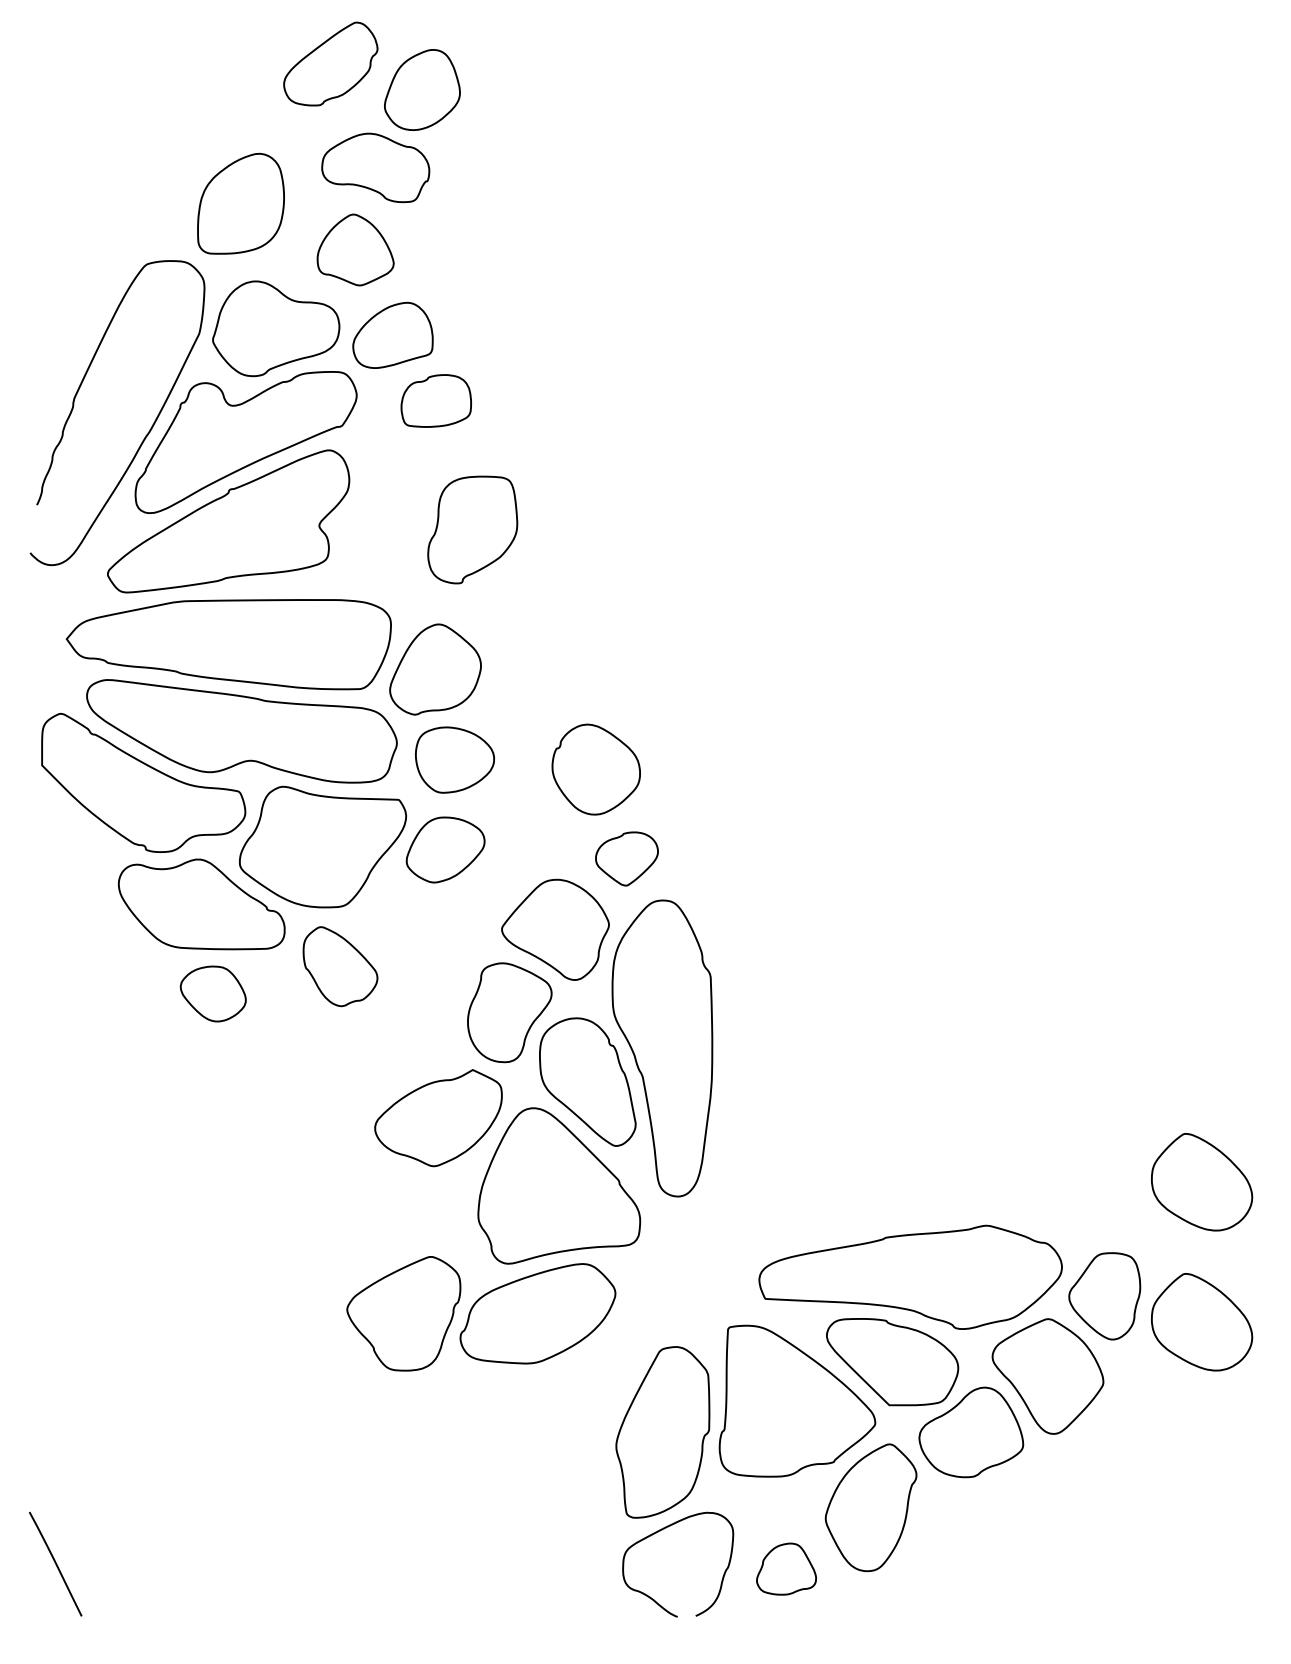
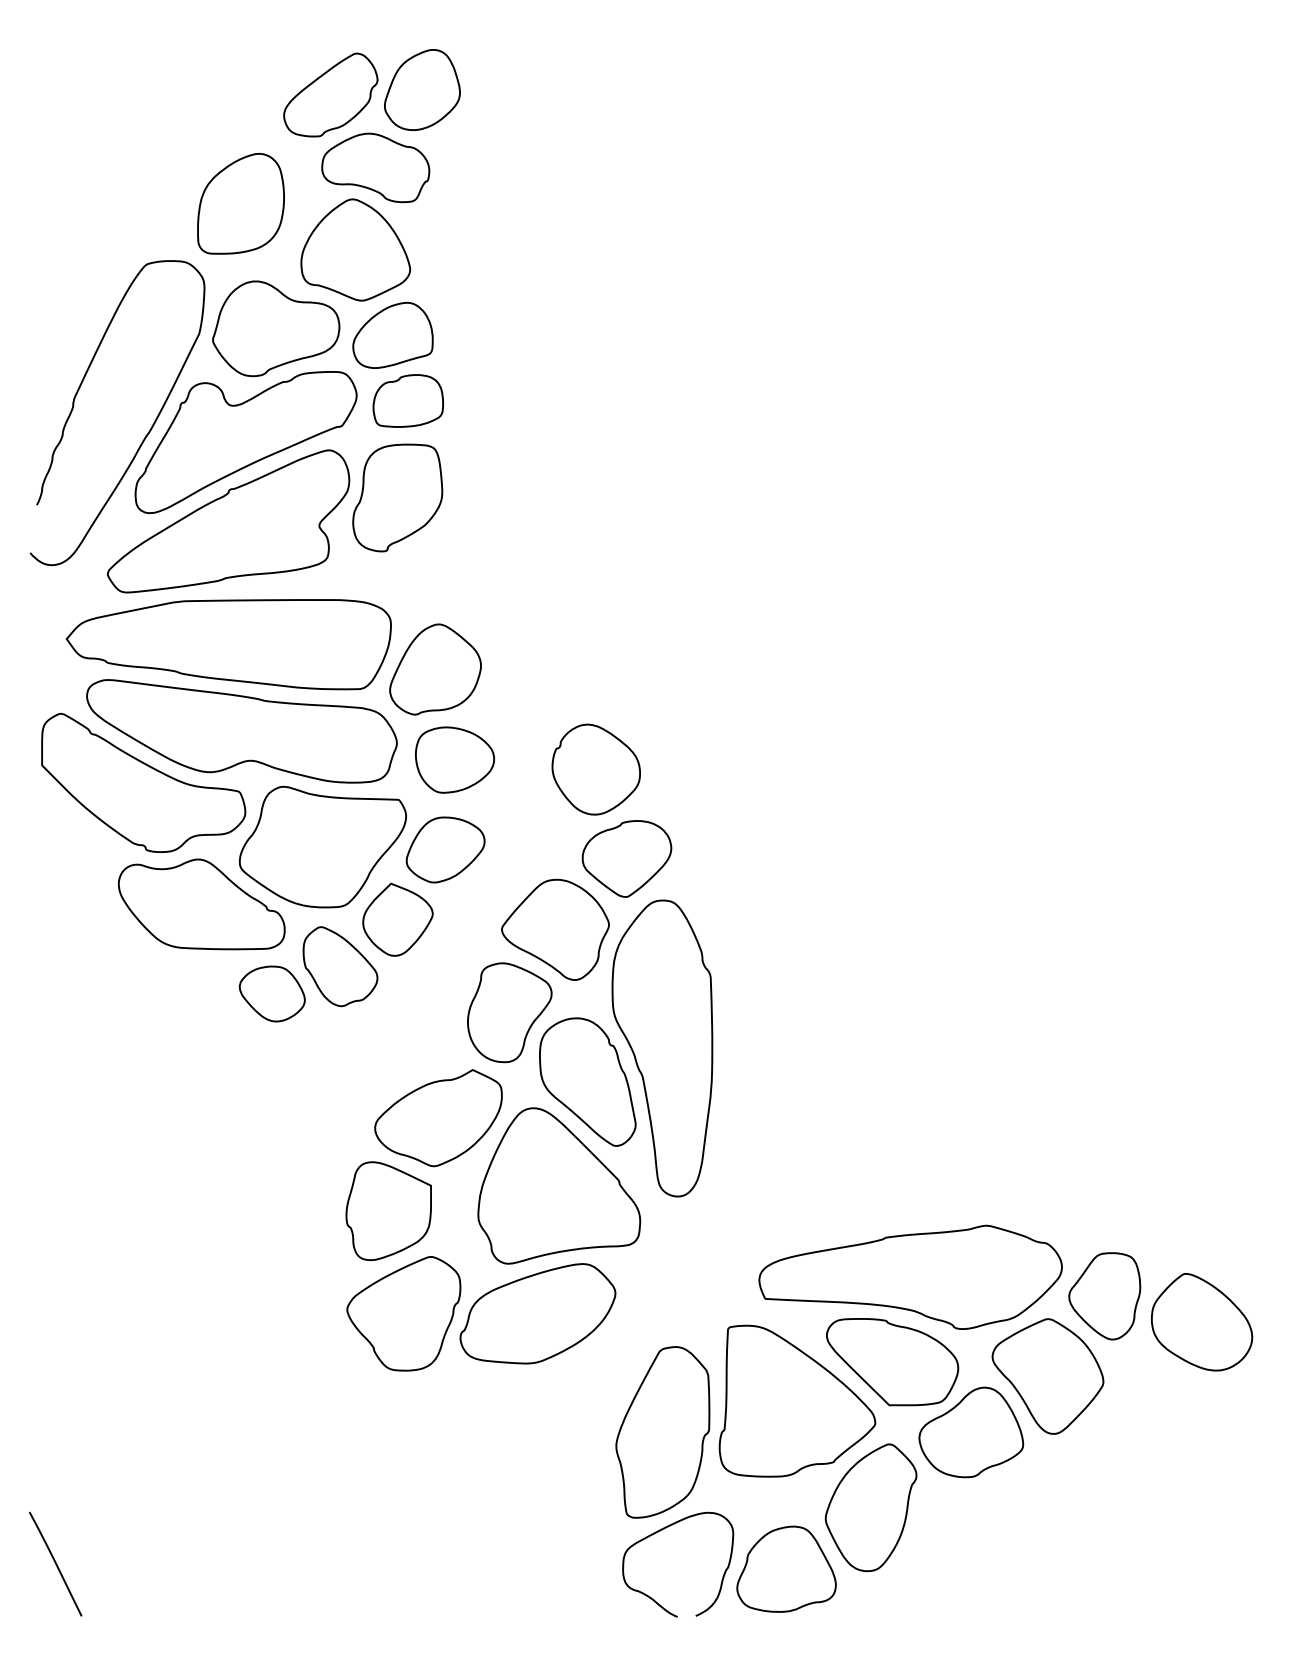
part at (330, 63) position: (330, 63) -> (330, 94)
part at (355, 249) size: 79x74 px -> 111x104 px
part at (435, 400) position: (435, 400) -> (407, 400)
part at (472, 529) position: (472, 529) -> (397, 497)
part at (626, 858) size: 64x56 px -> 92x78 px
part at (397, 919): none -> present
part at (212, 993) position: (212, 993) -> (271, 993)
part at (1202, 1182): present -> none
part at (388, 1210): none -> present
part at (786, 1568) size: 61x54 px -> 101x88 px
